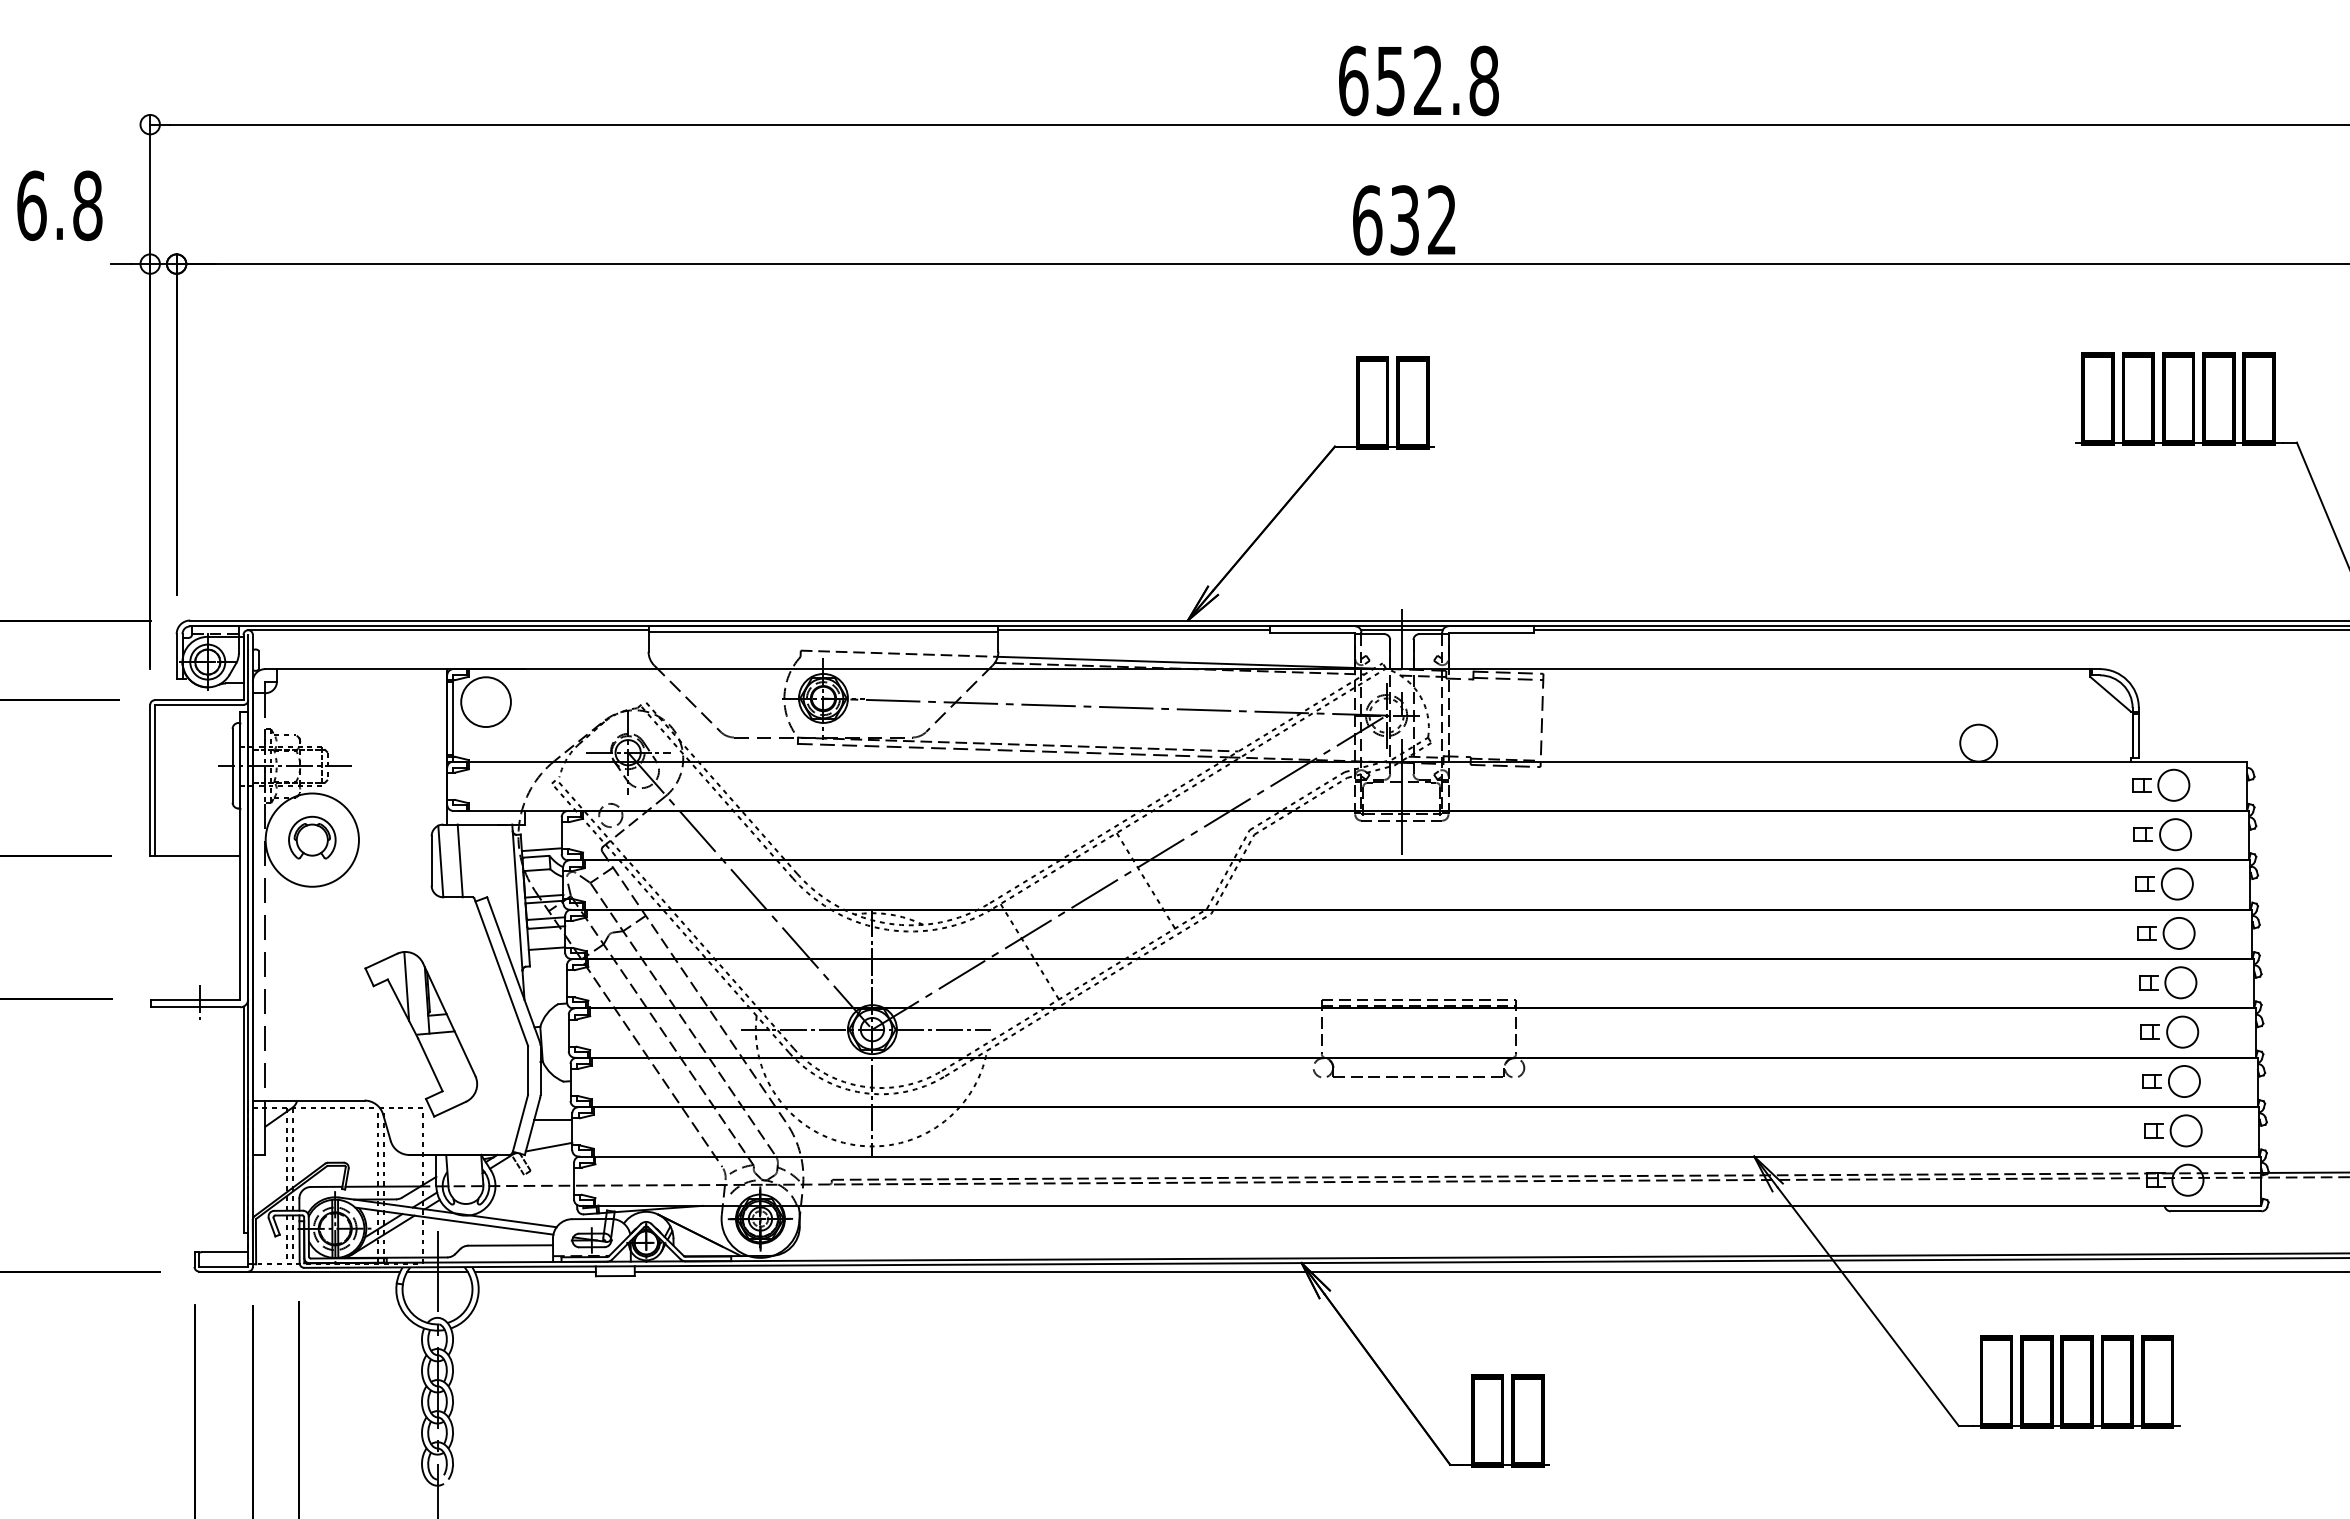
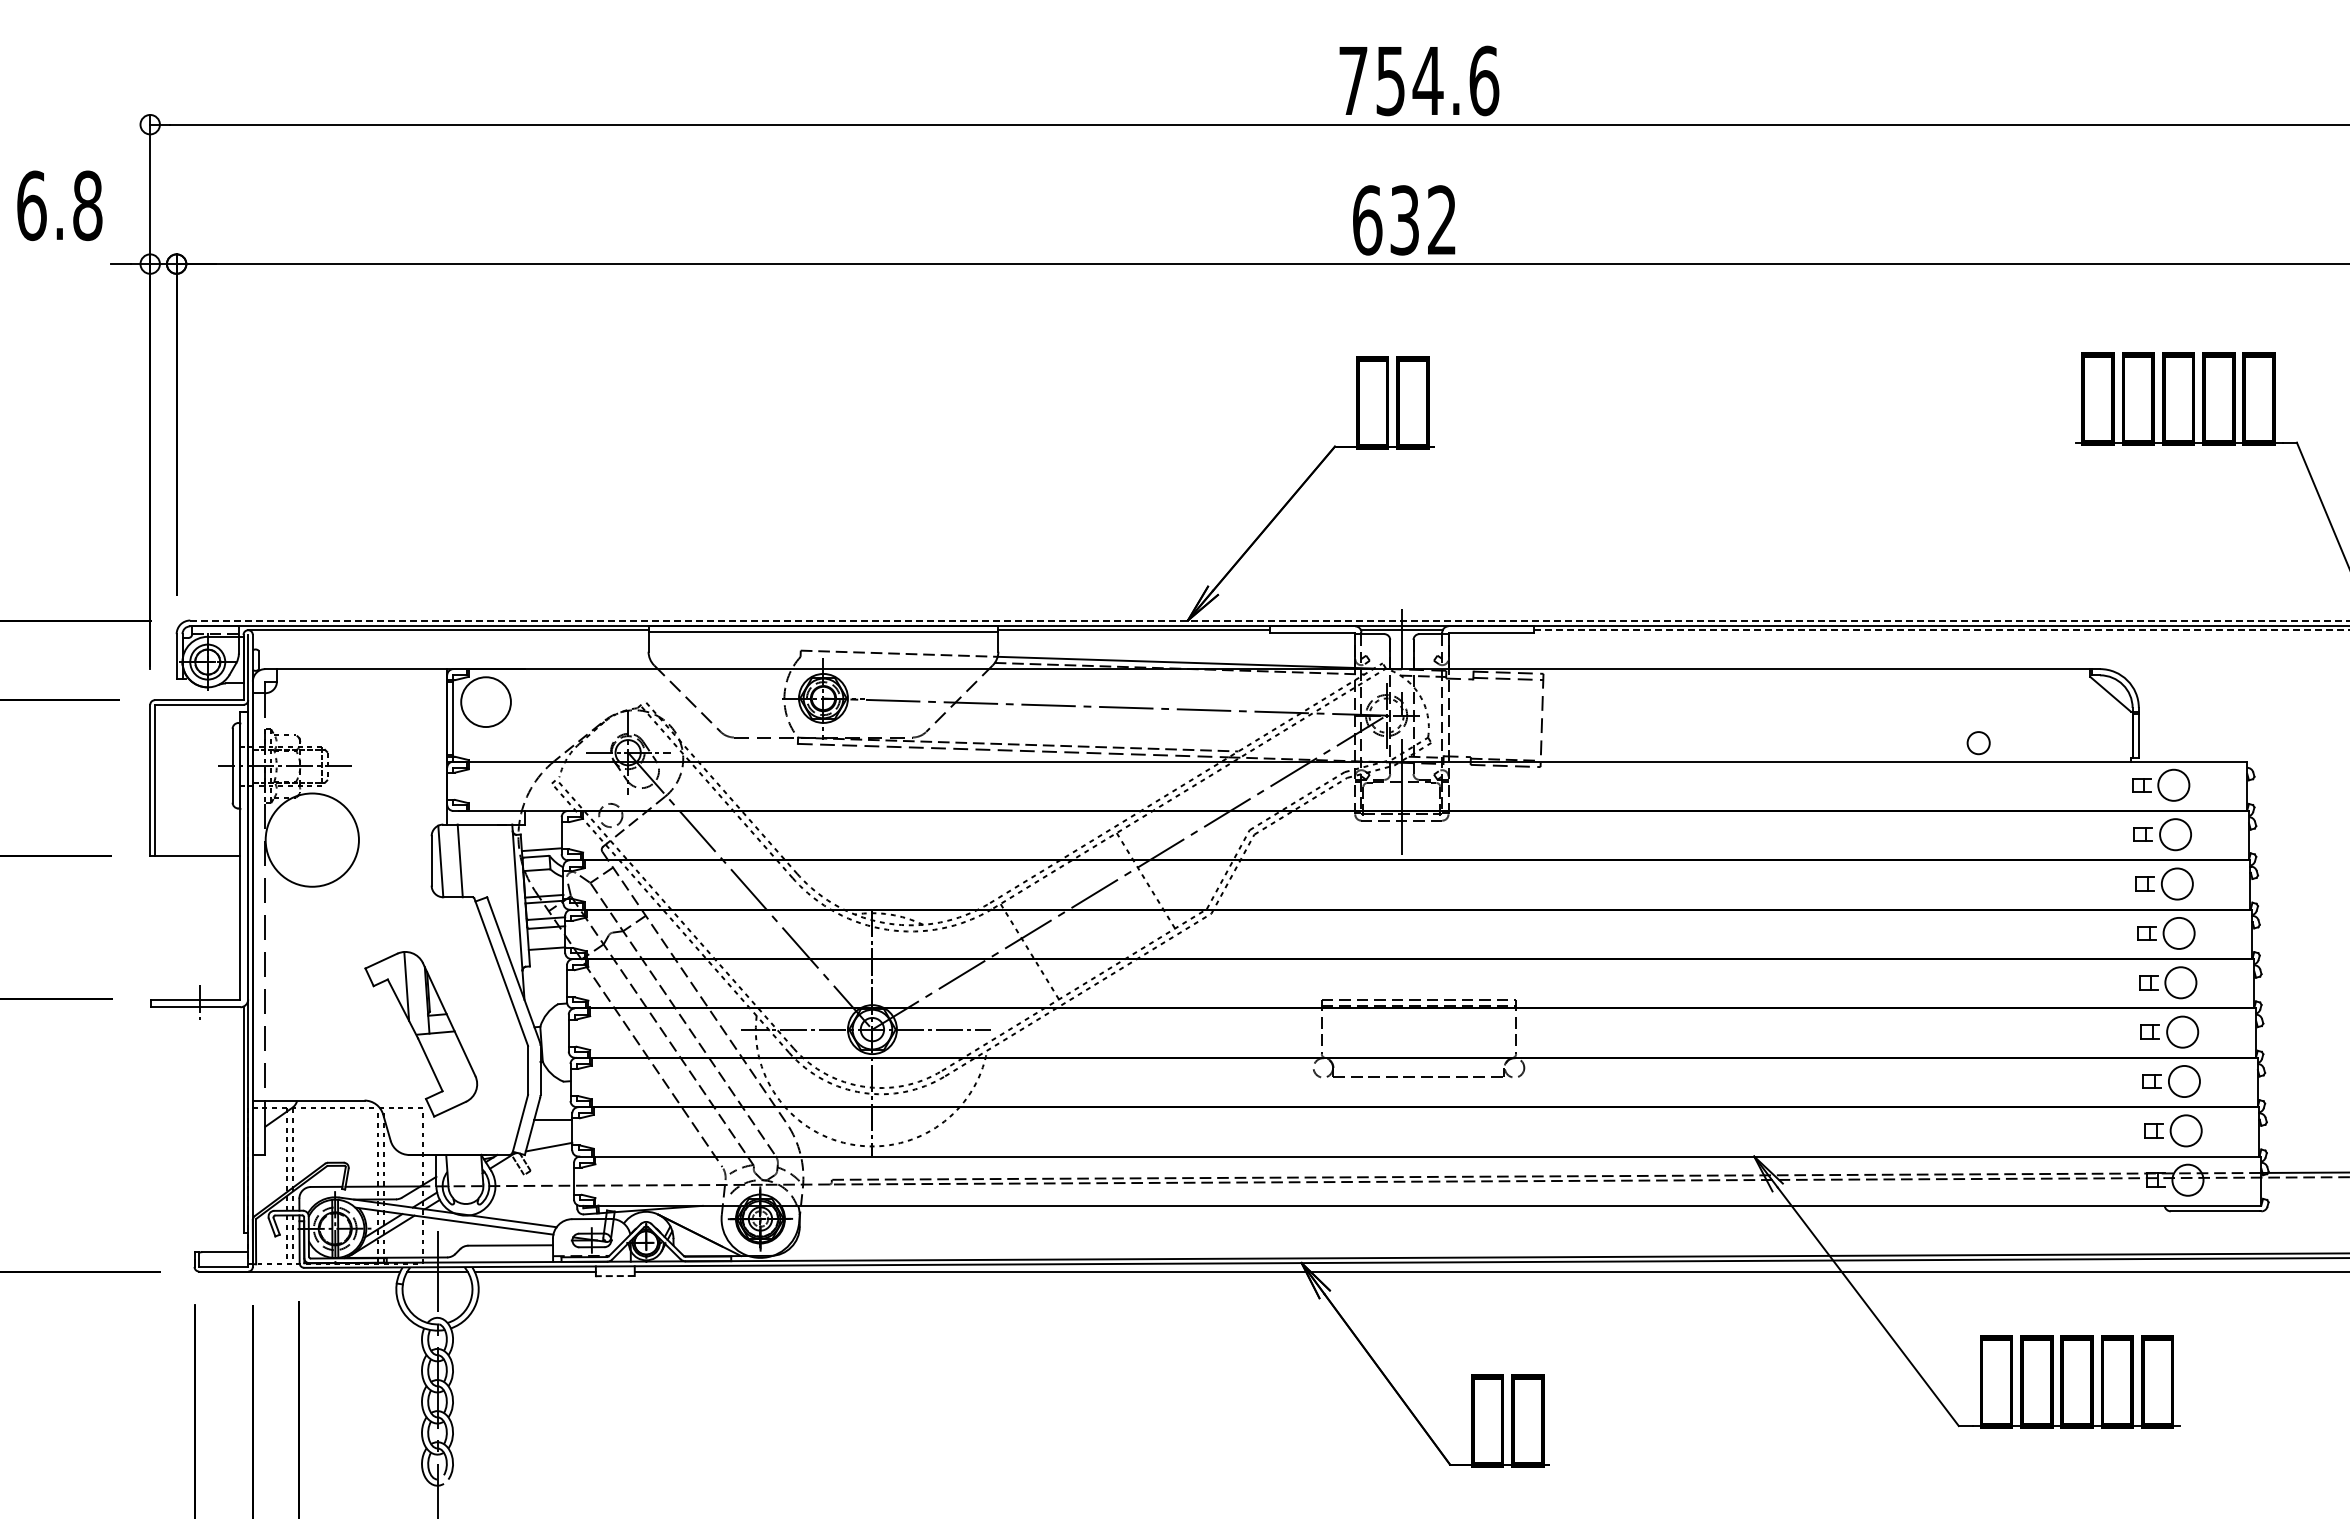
text at (1419, 80): 652.8 -> 754.6
line at (1270, 620): solid -> dashed
line at (1941, 630): solid -> dashed
circle at (1978, 742) diameter: 37 px -> 22 px
part at (312, 837): present -> none
line at (614, 1276): solid -> dashed
